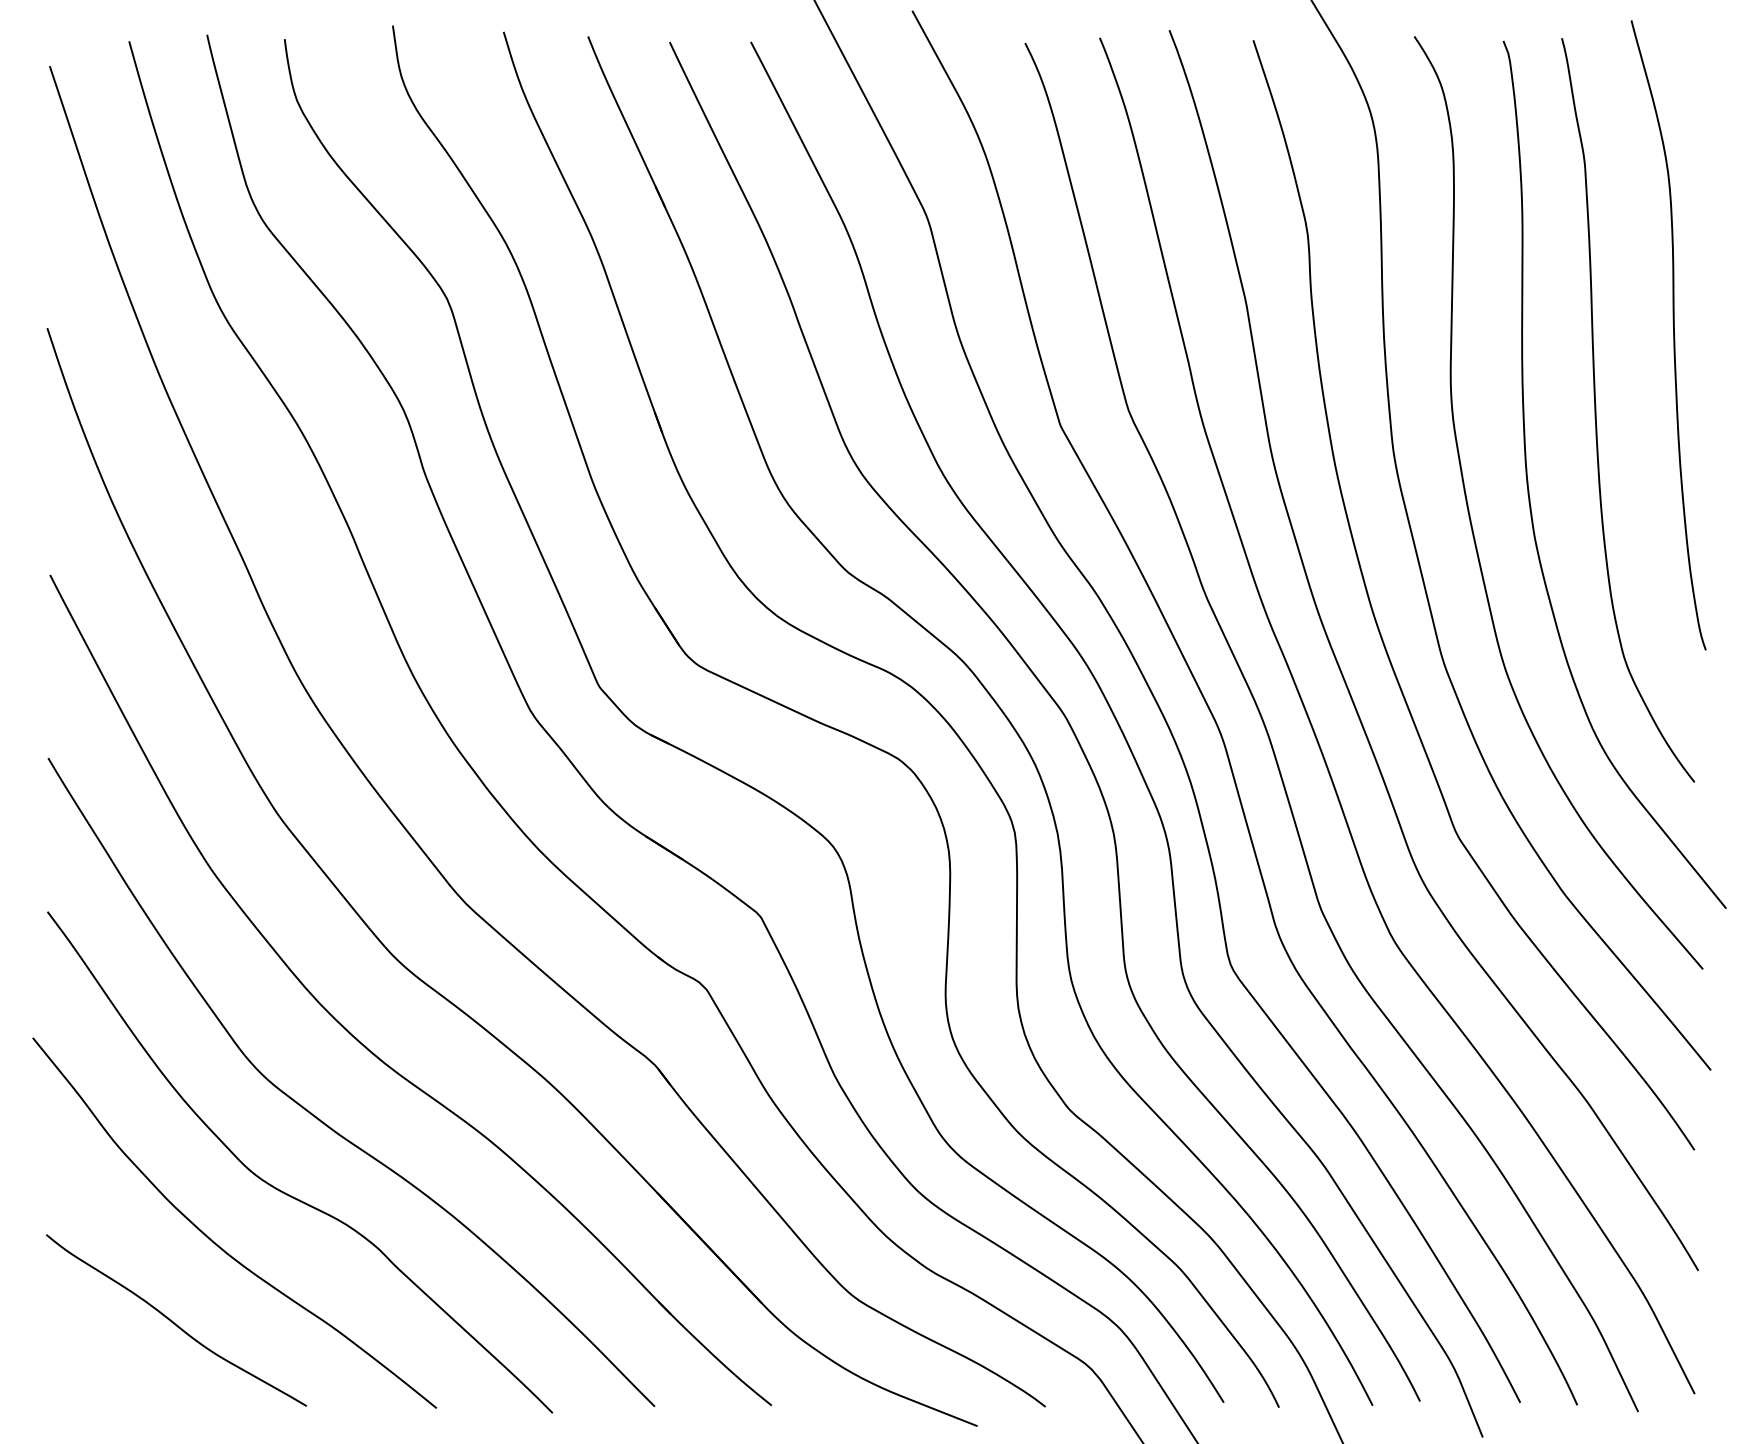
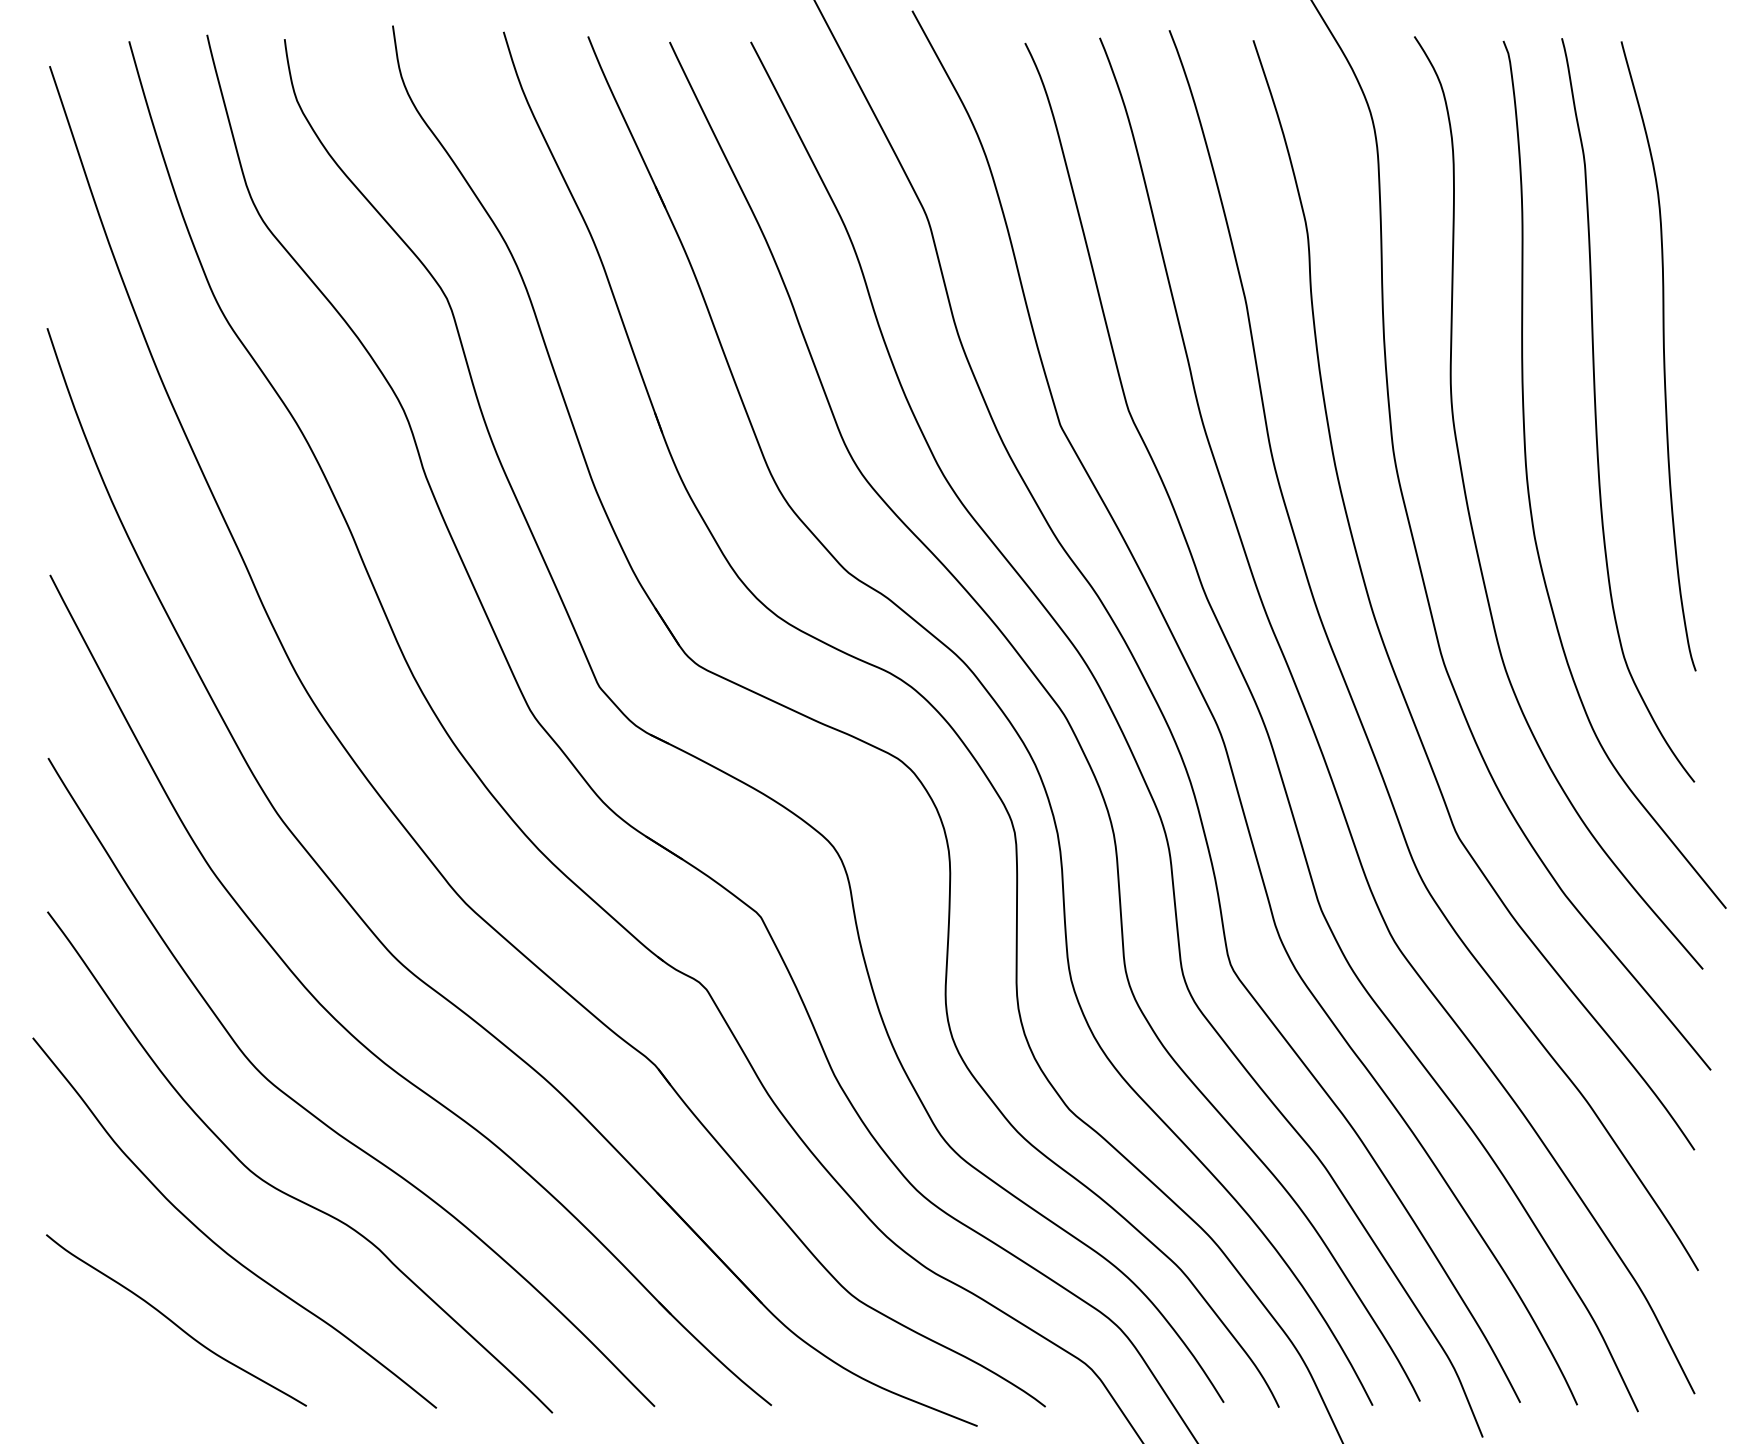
curve at (1673, 335) position: (1673, 335) -> (1663, 356)
